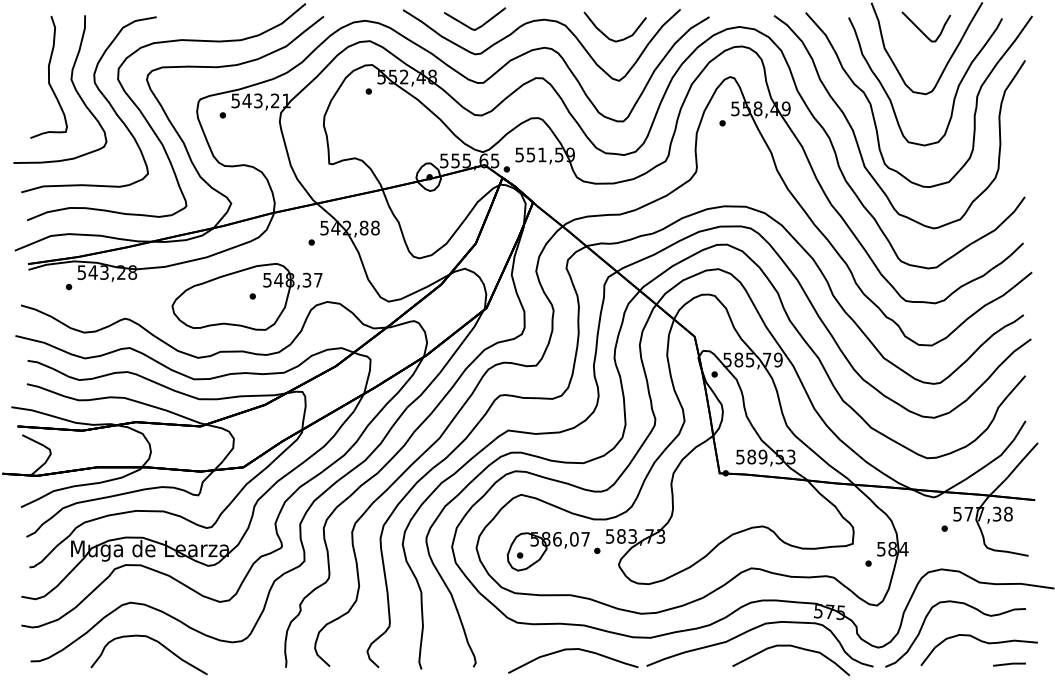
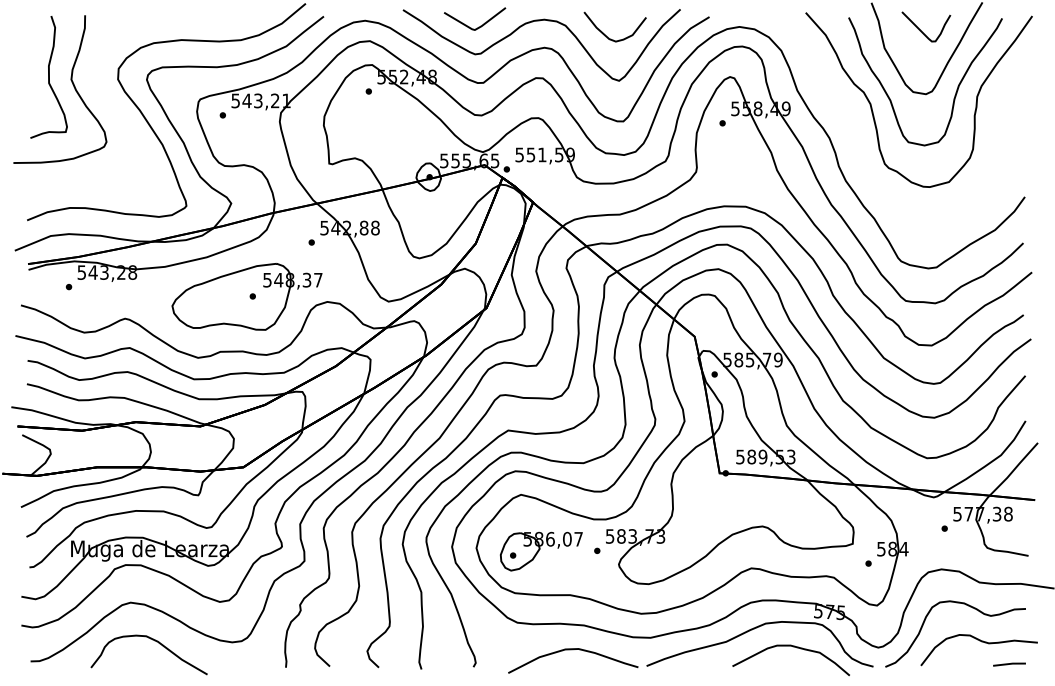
curve at (99, 92): present -> none
curve at (856, 137): present -> none
part at (547, 551) position: (547, 551) -> (540, 551)
